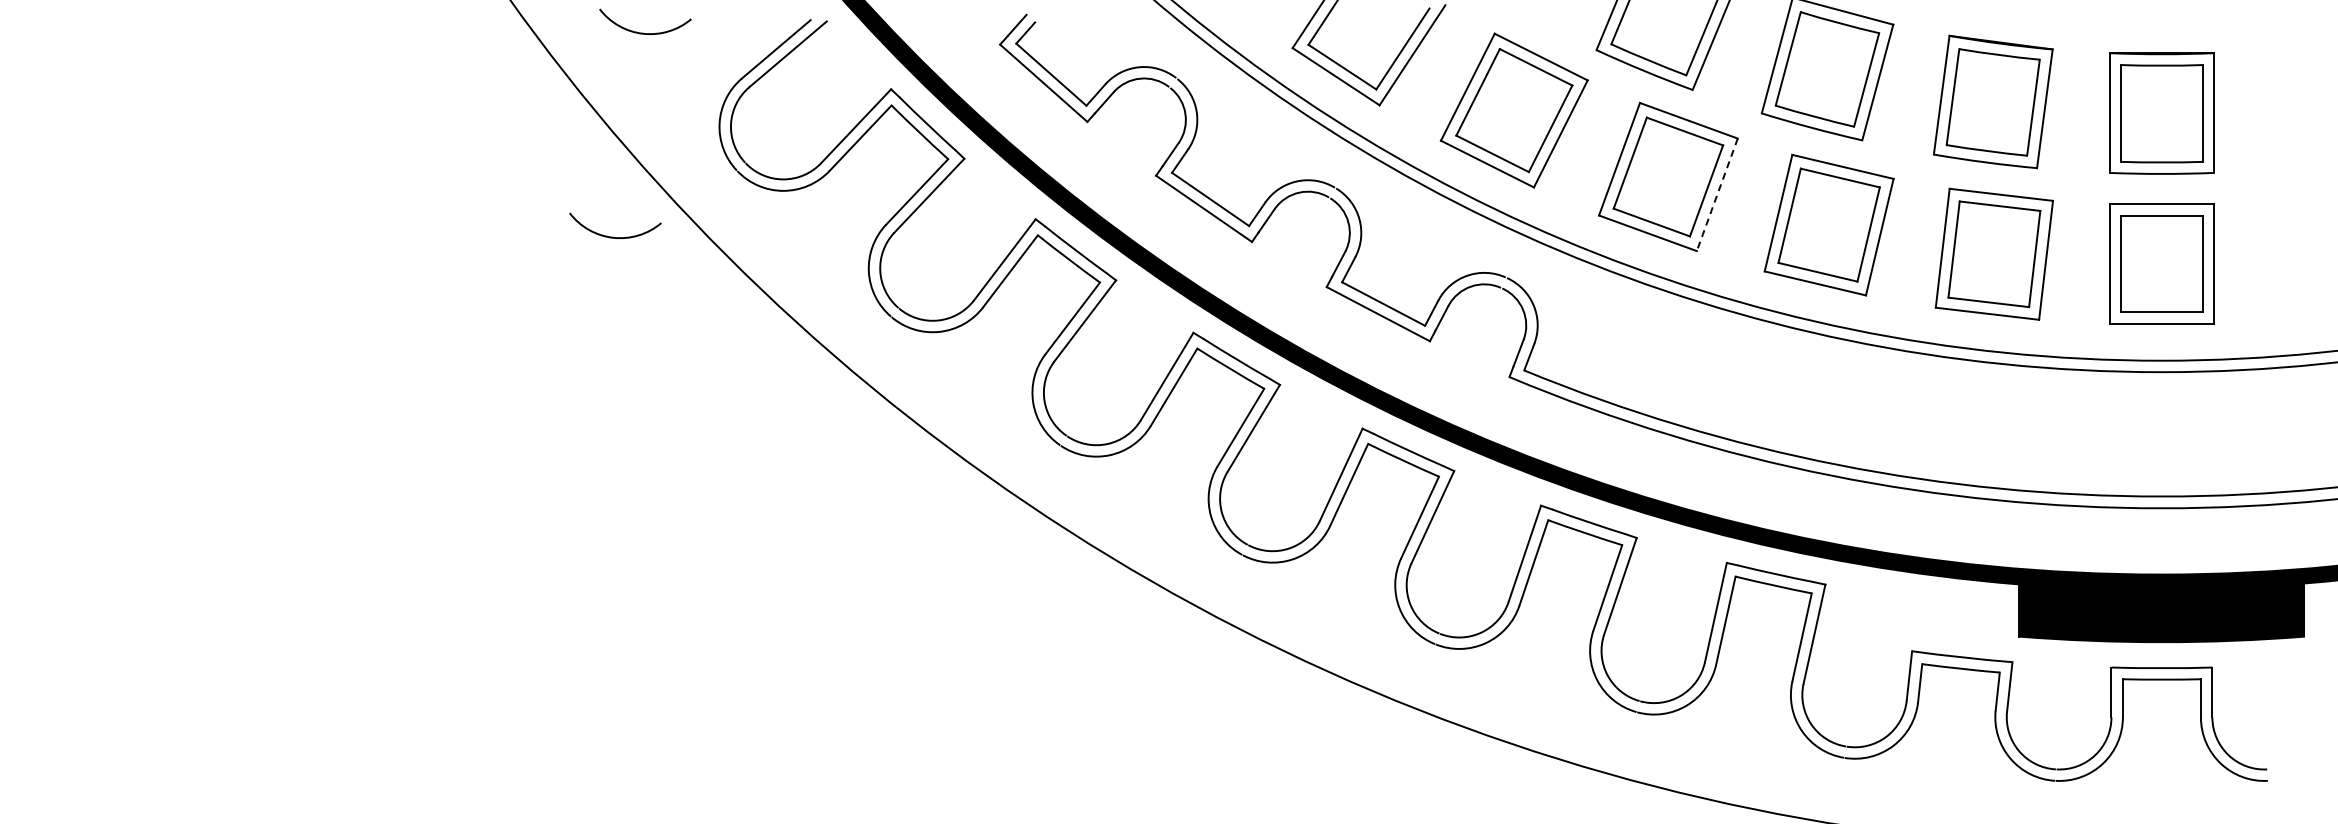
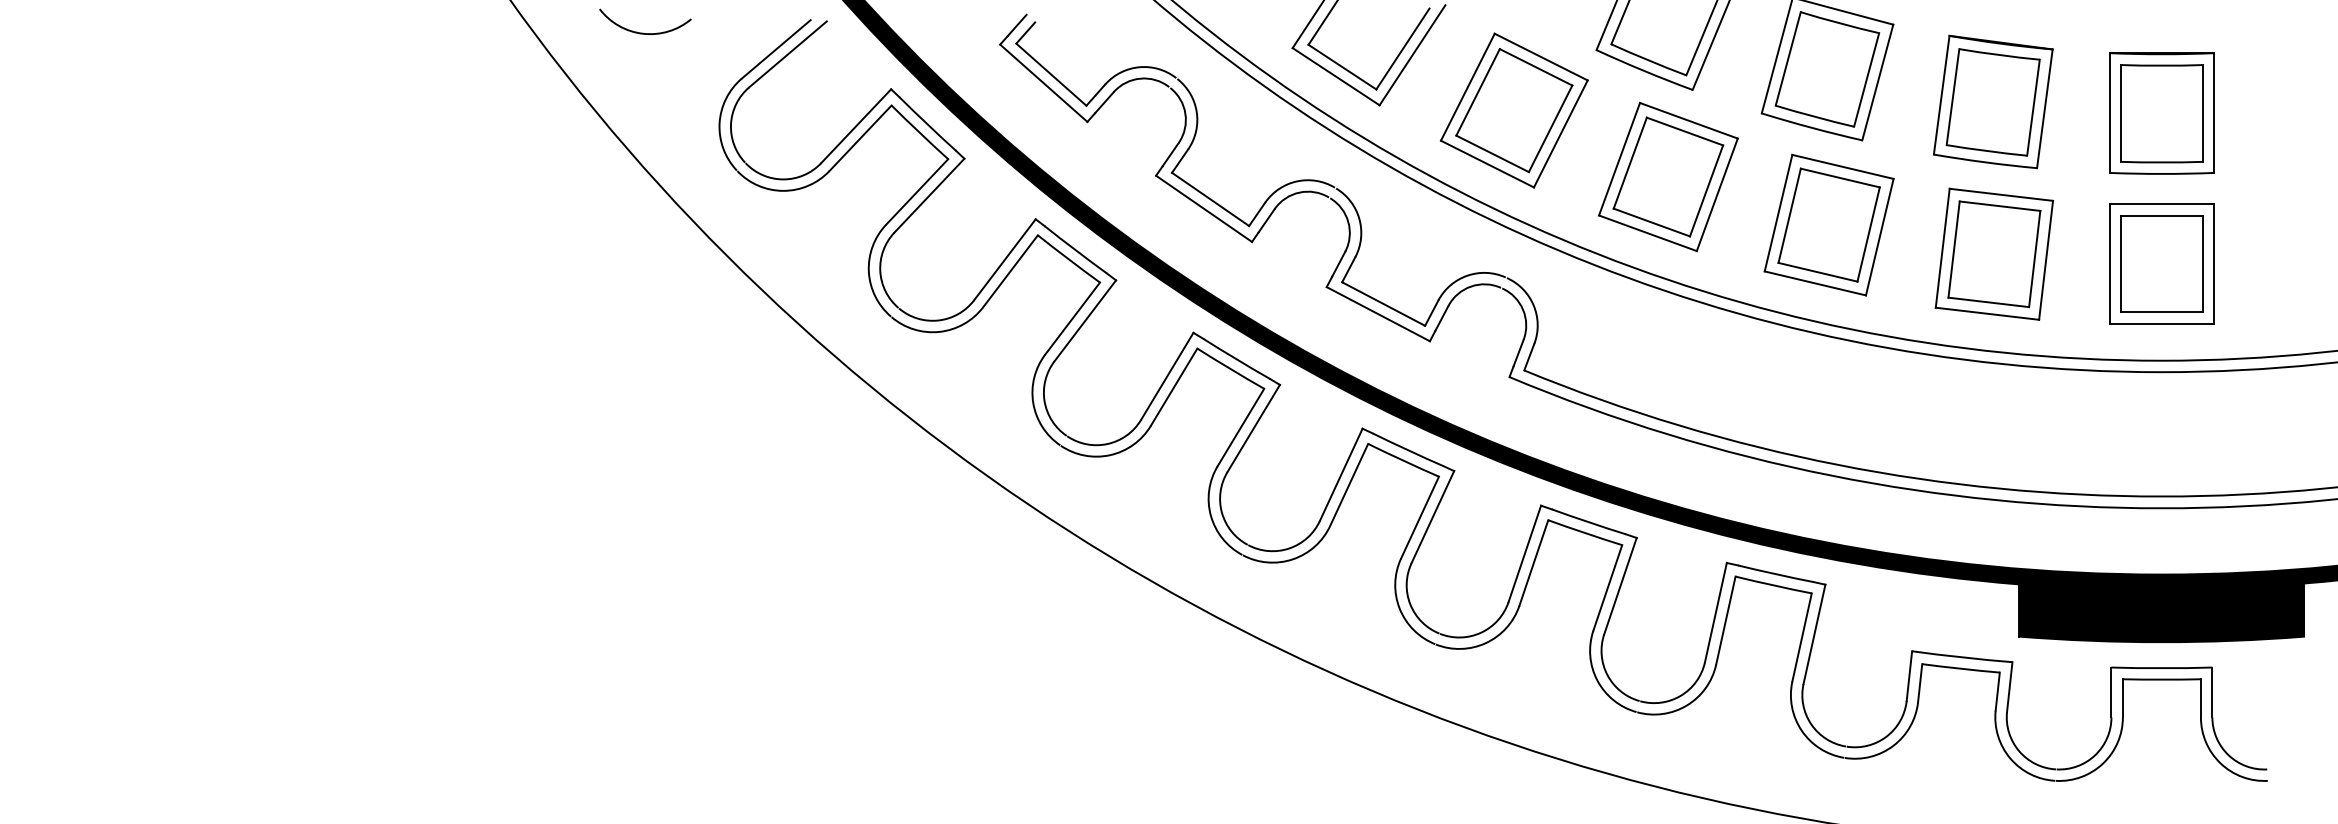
line at (1717, 194): dashed -> solid
arc at (613, 236): present -> none
